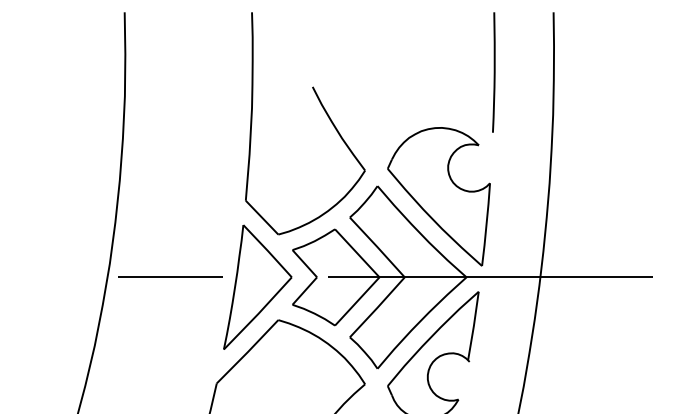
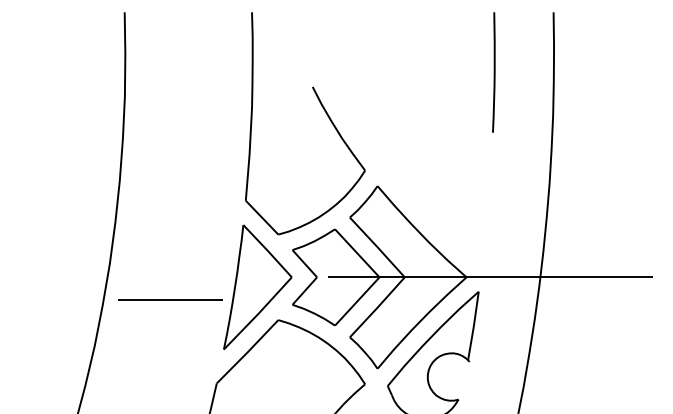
part at (438, 196): present -> none
line at (170, 276) position: (170, 276) -> (170, 299)
